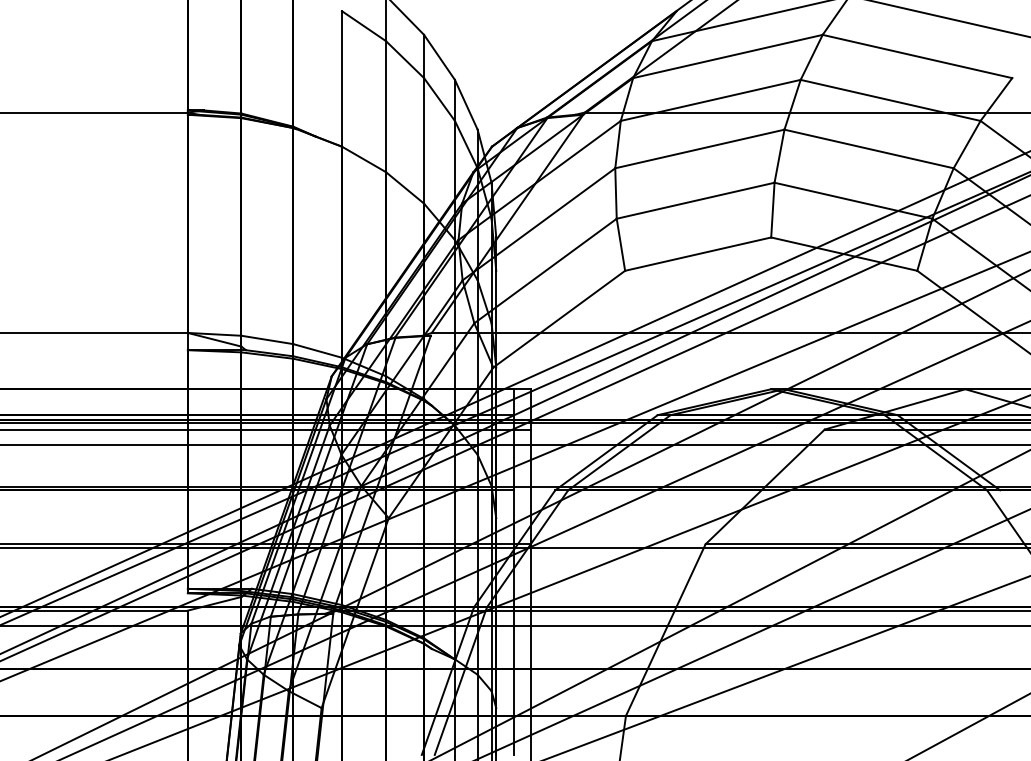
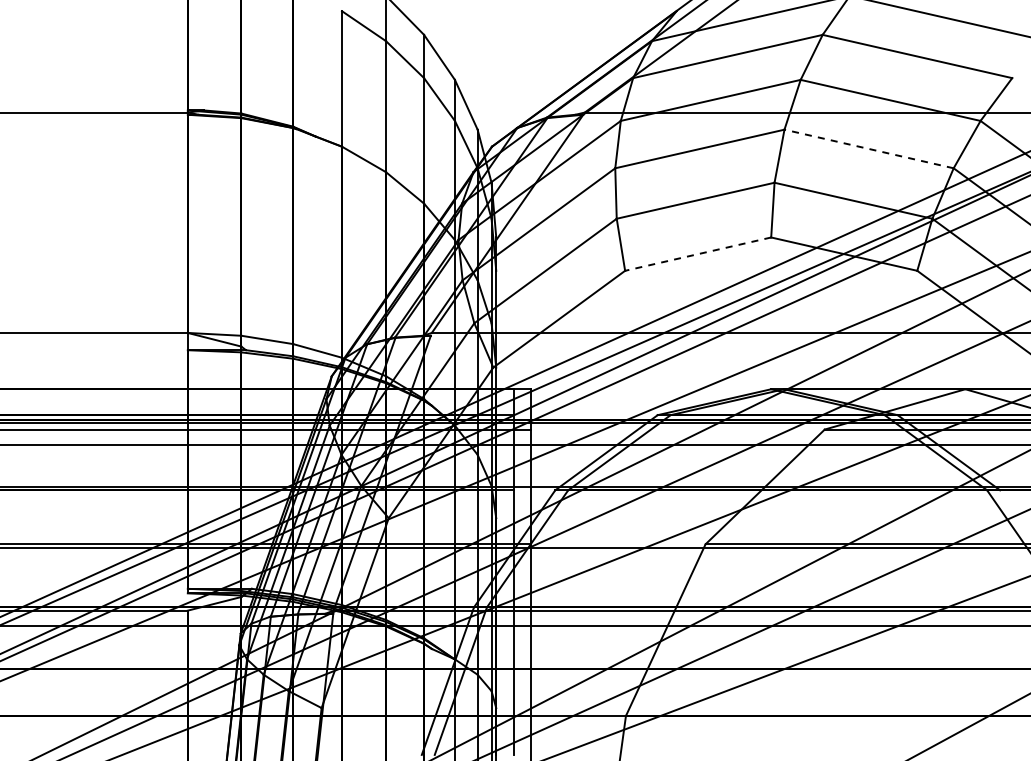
line at (869, 148): solid -> dashed
line at (698, 254): solid -> dashed
